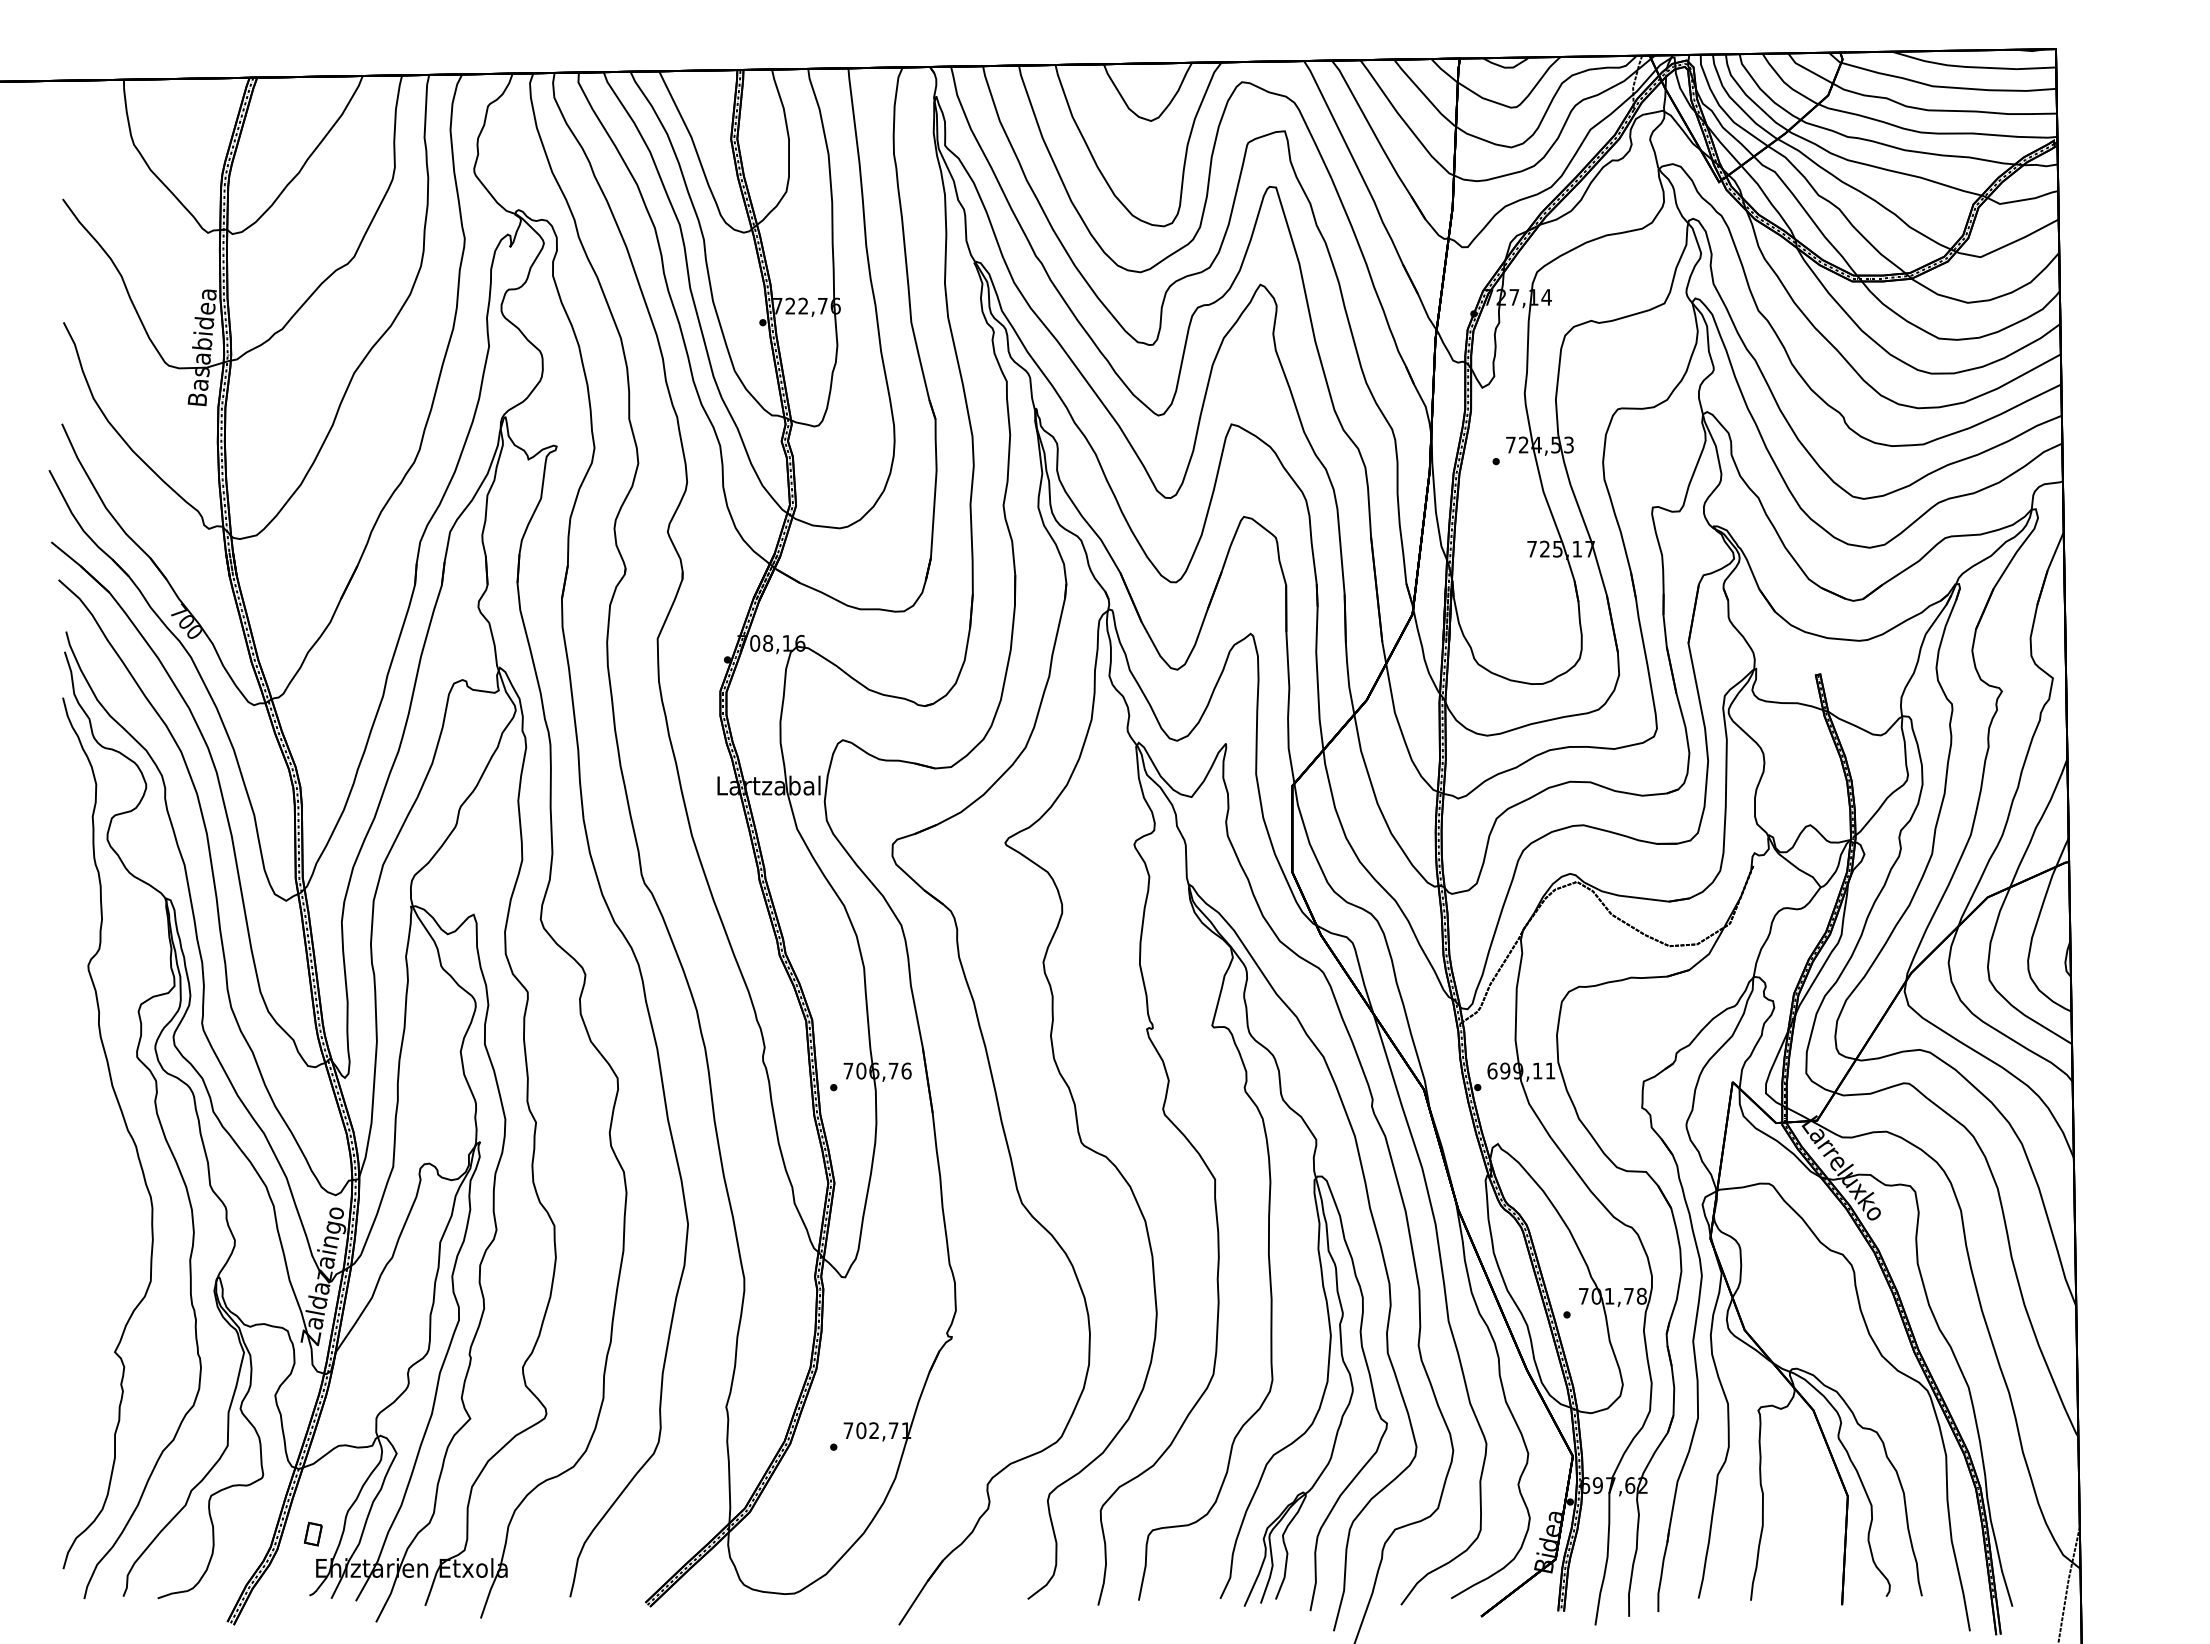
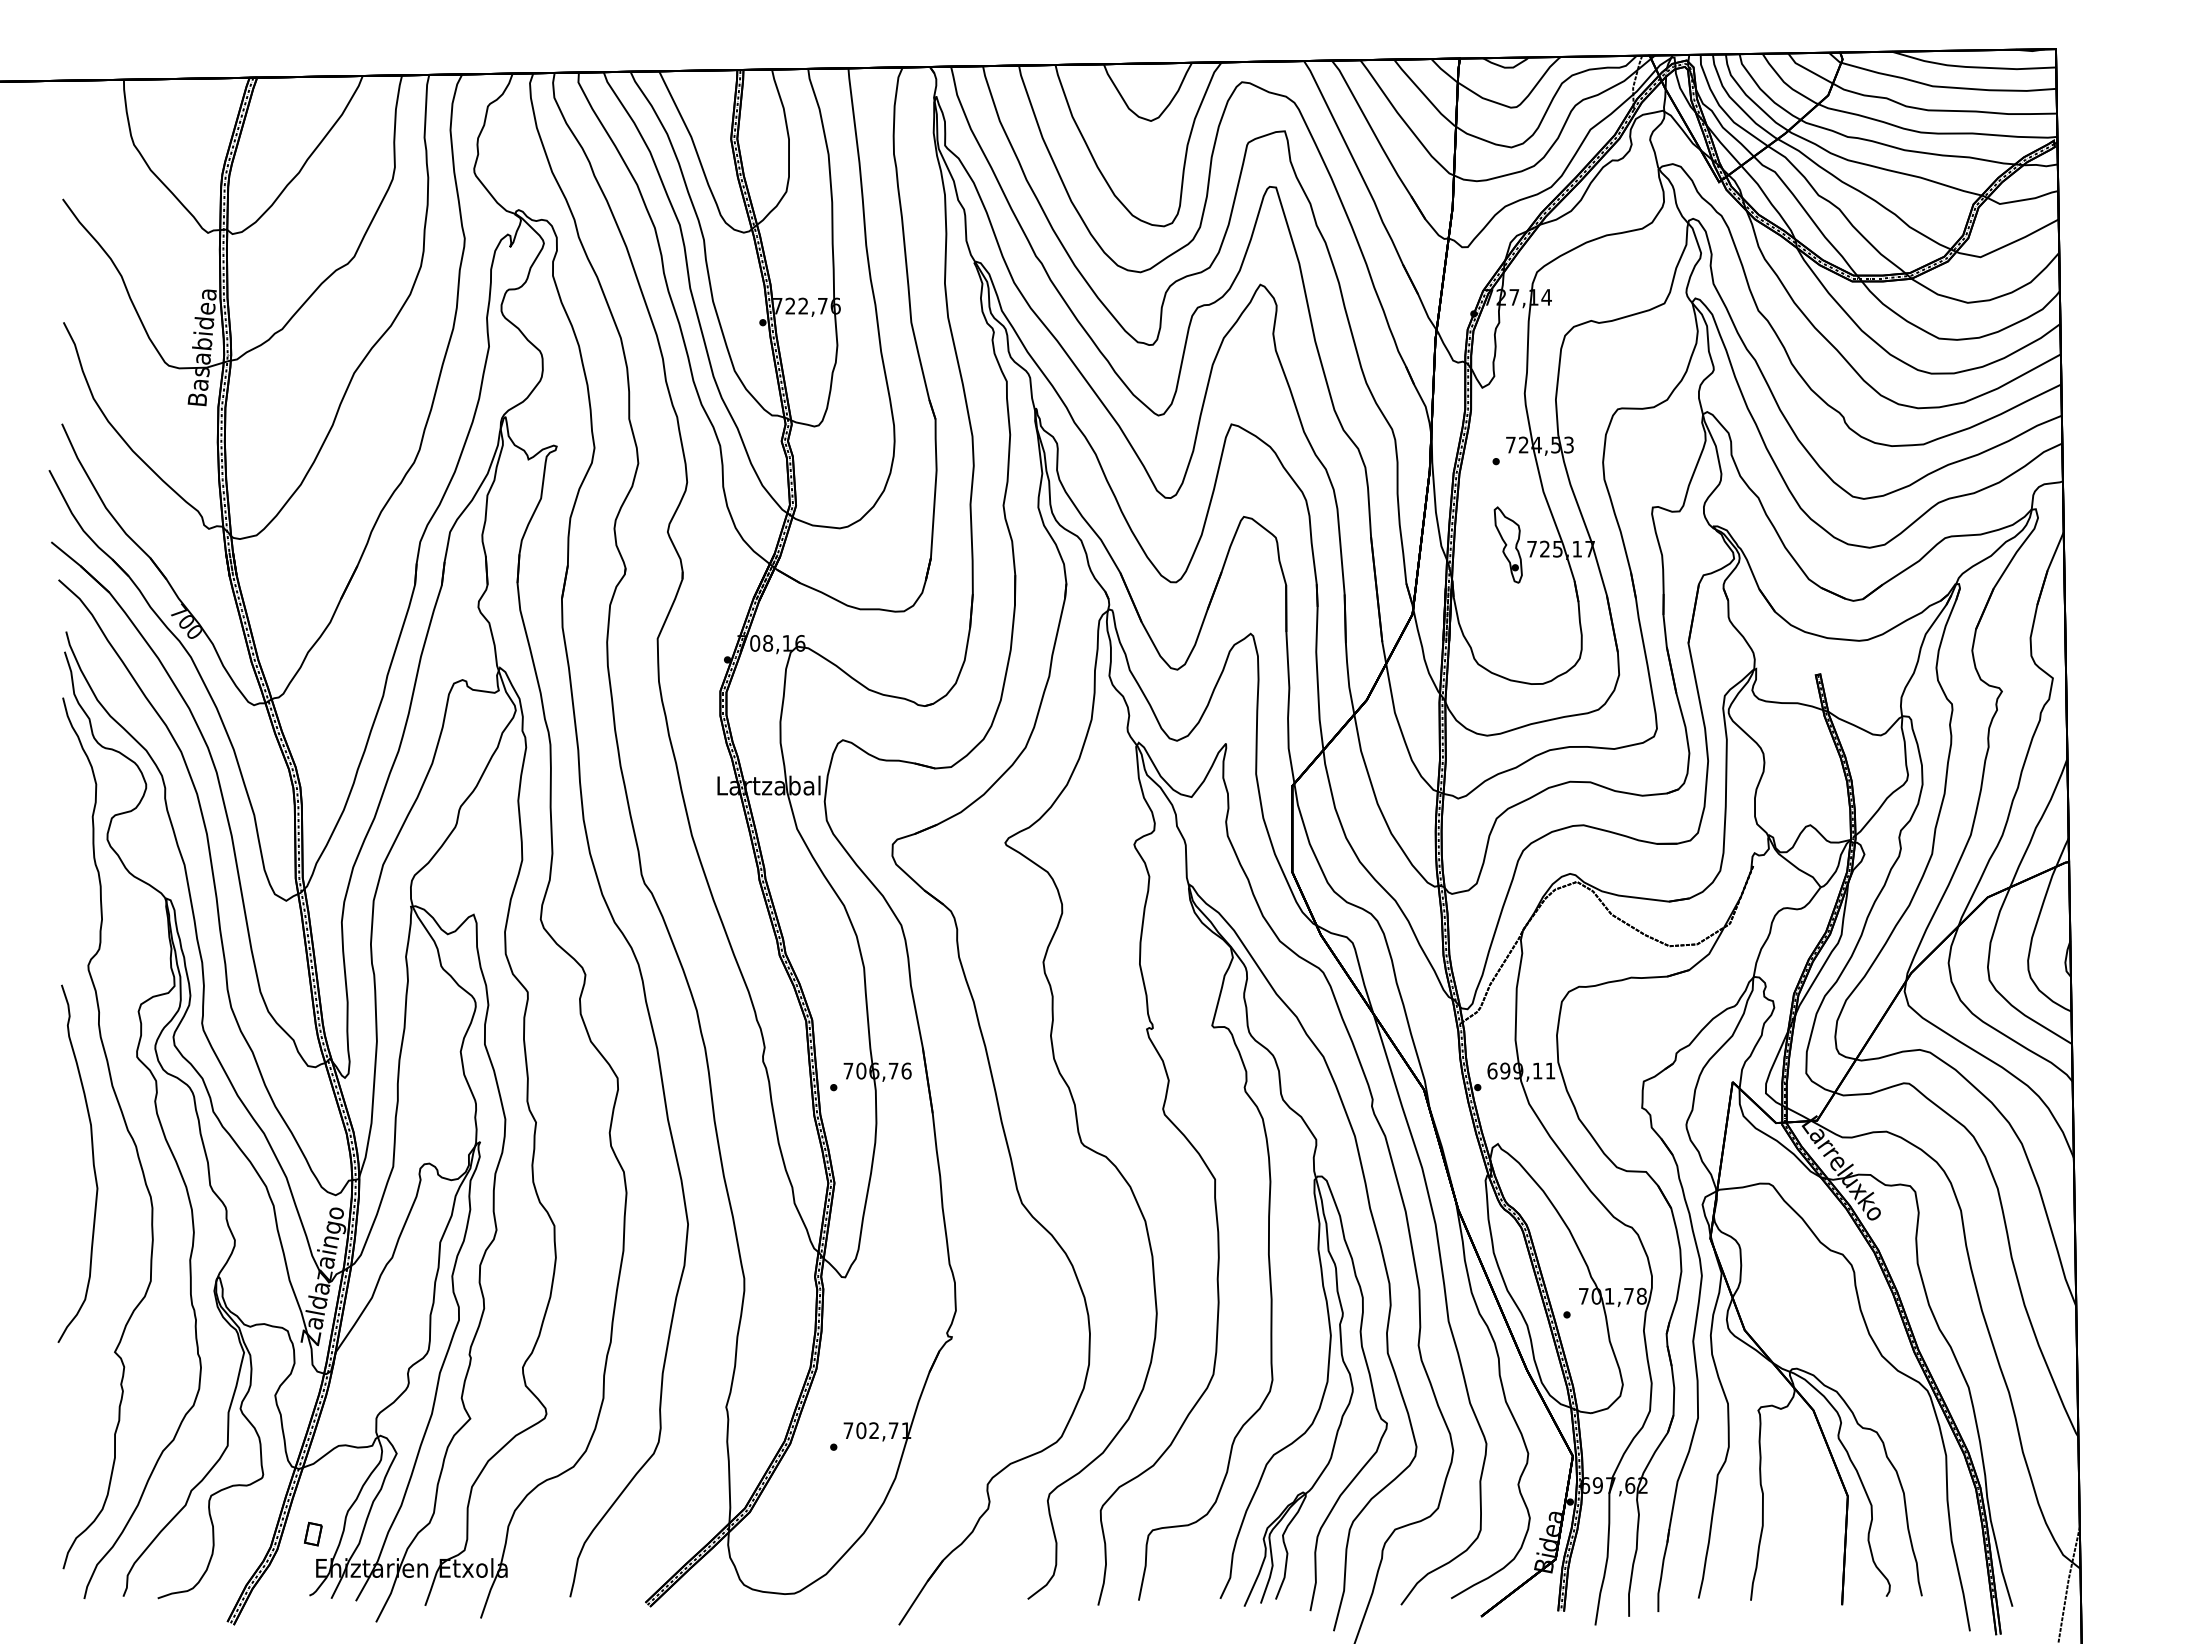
part at (1507, 544): none -> present
curve at (92, 1163): none -> present
